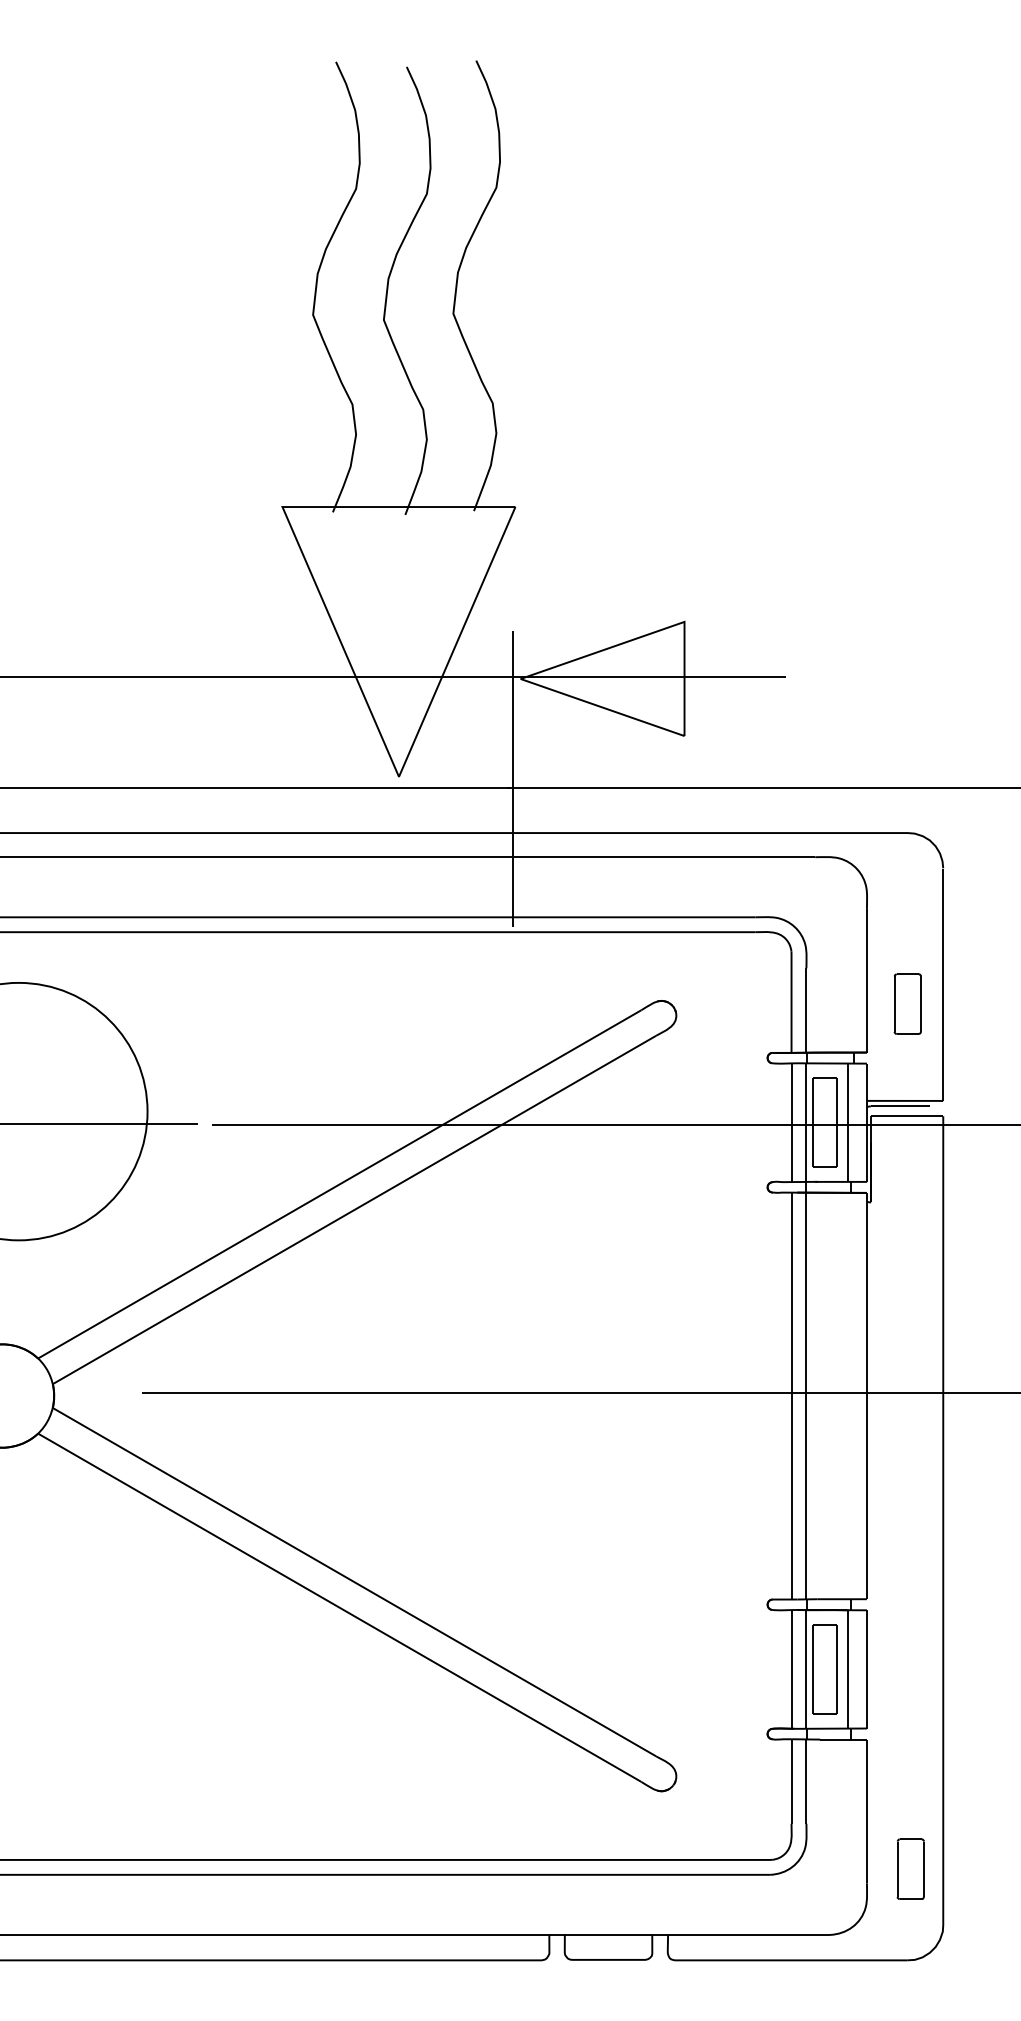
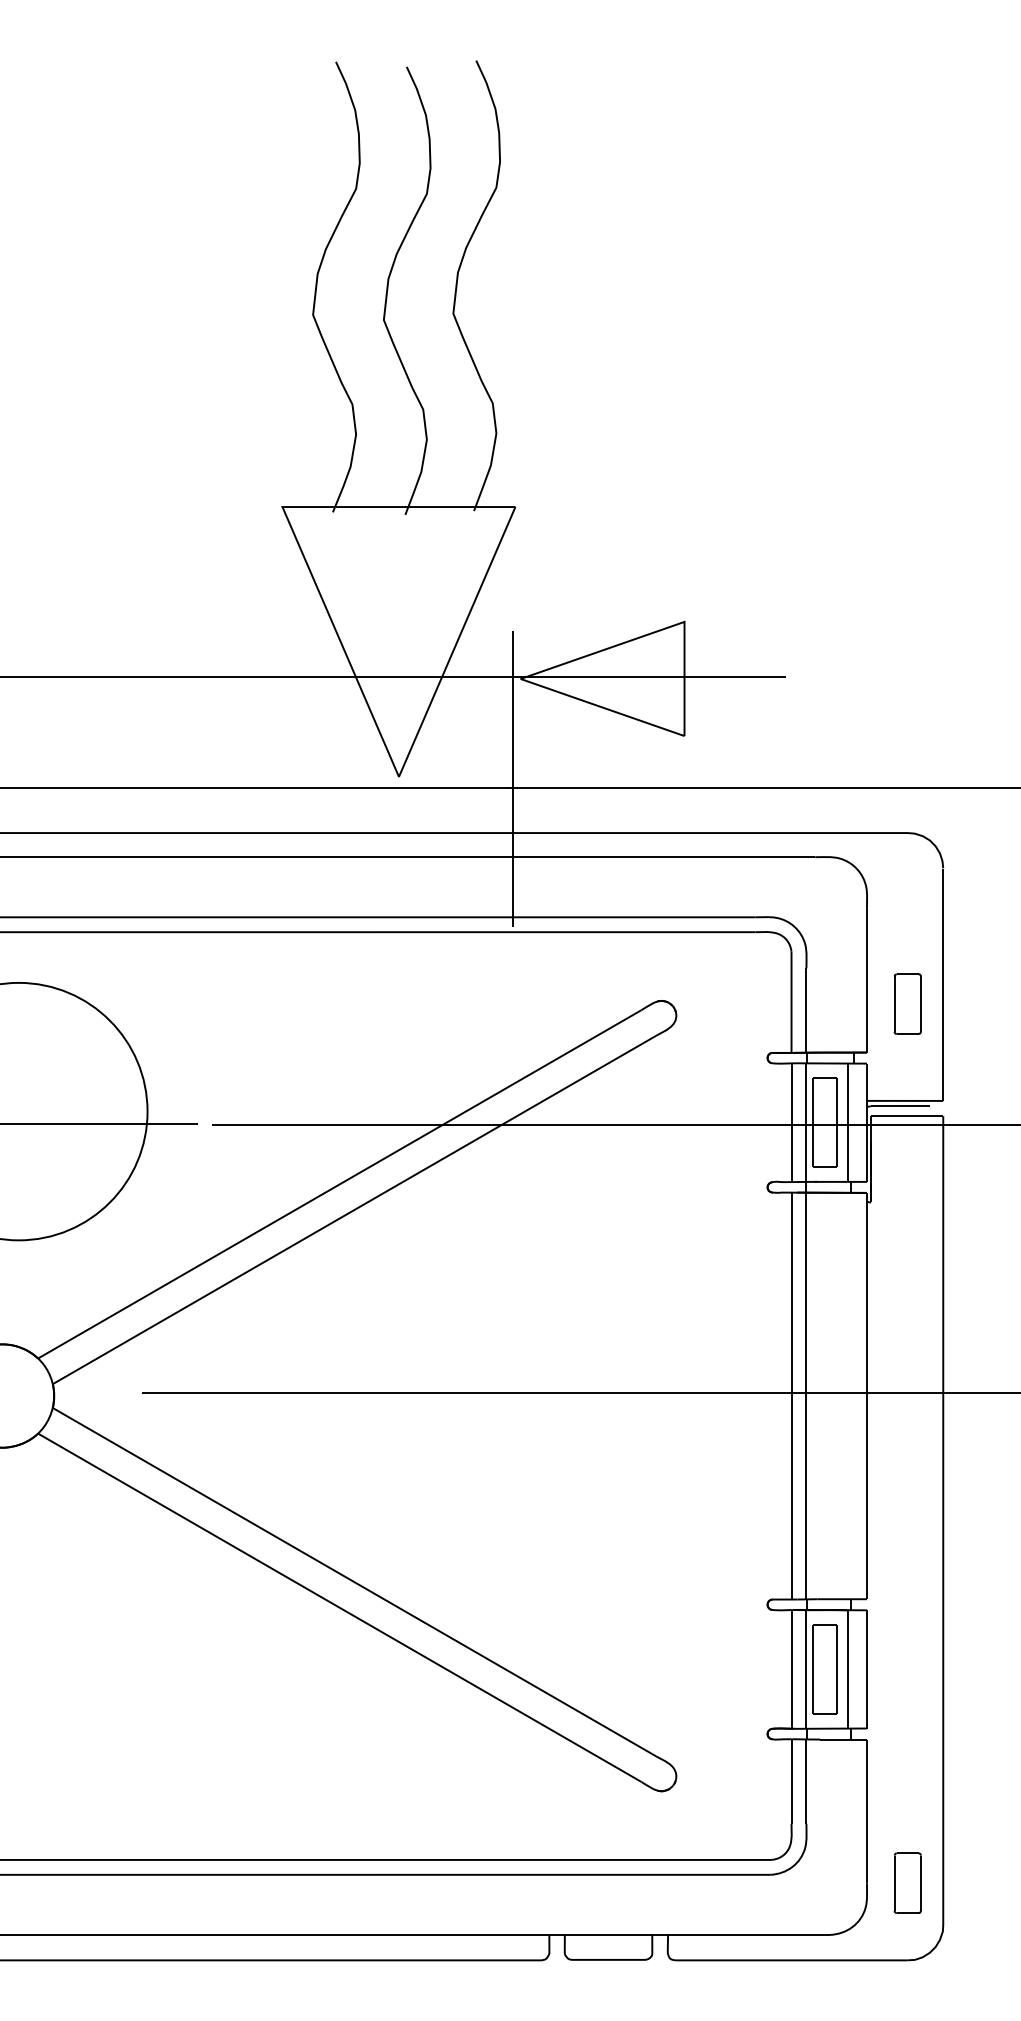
part at (910, 1868) position: (910, 1868) -> (907, 1882)
